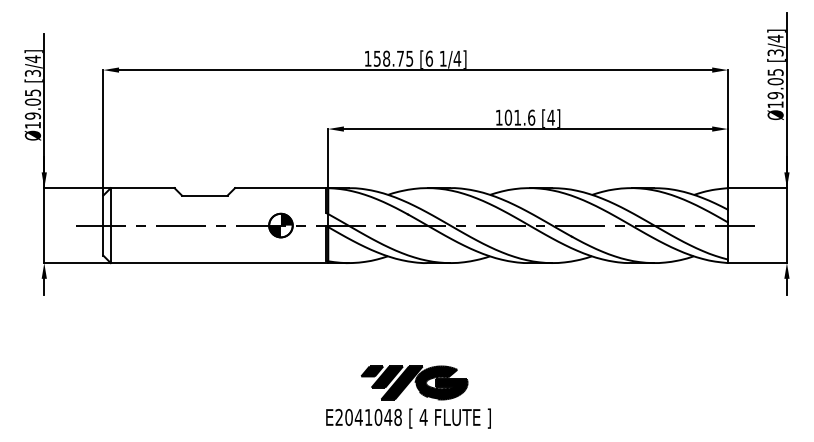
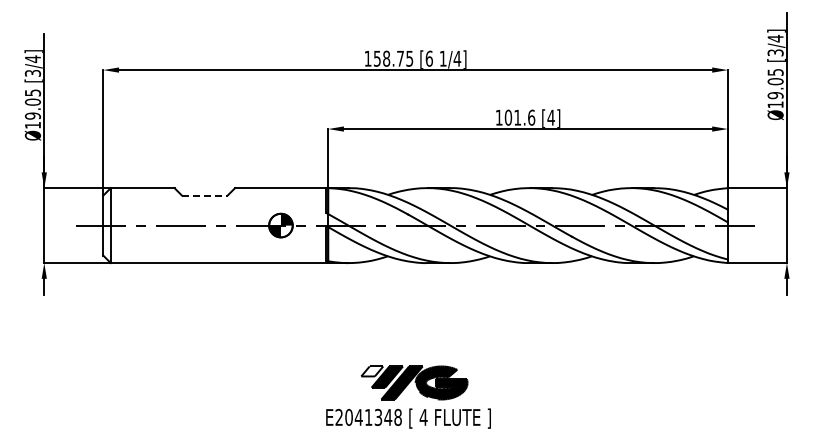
line at (204, 195): solid -> dashed
fill at (372, 371): present -> none
text at (378, 417): E2041048 -> E2041348
